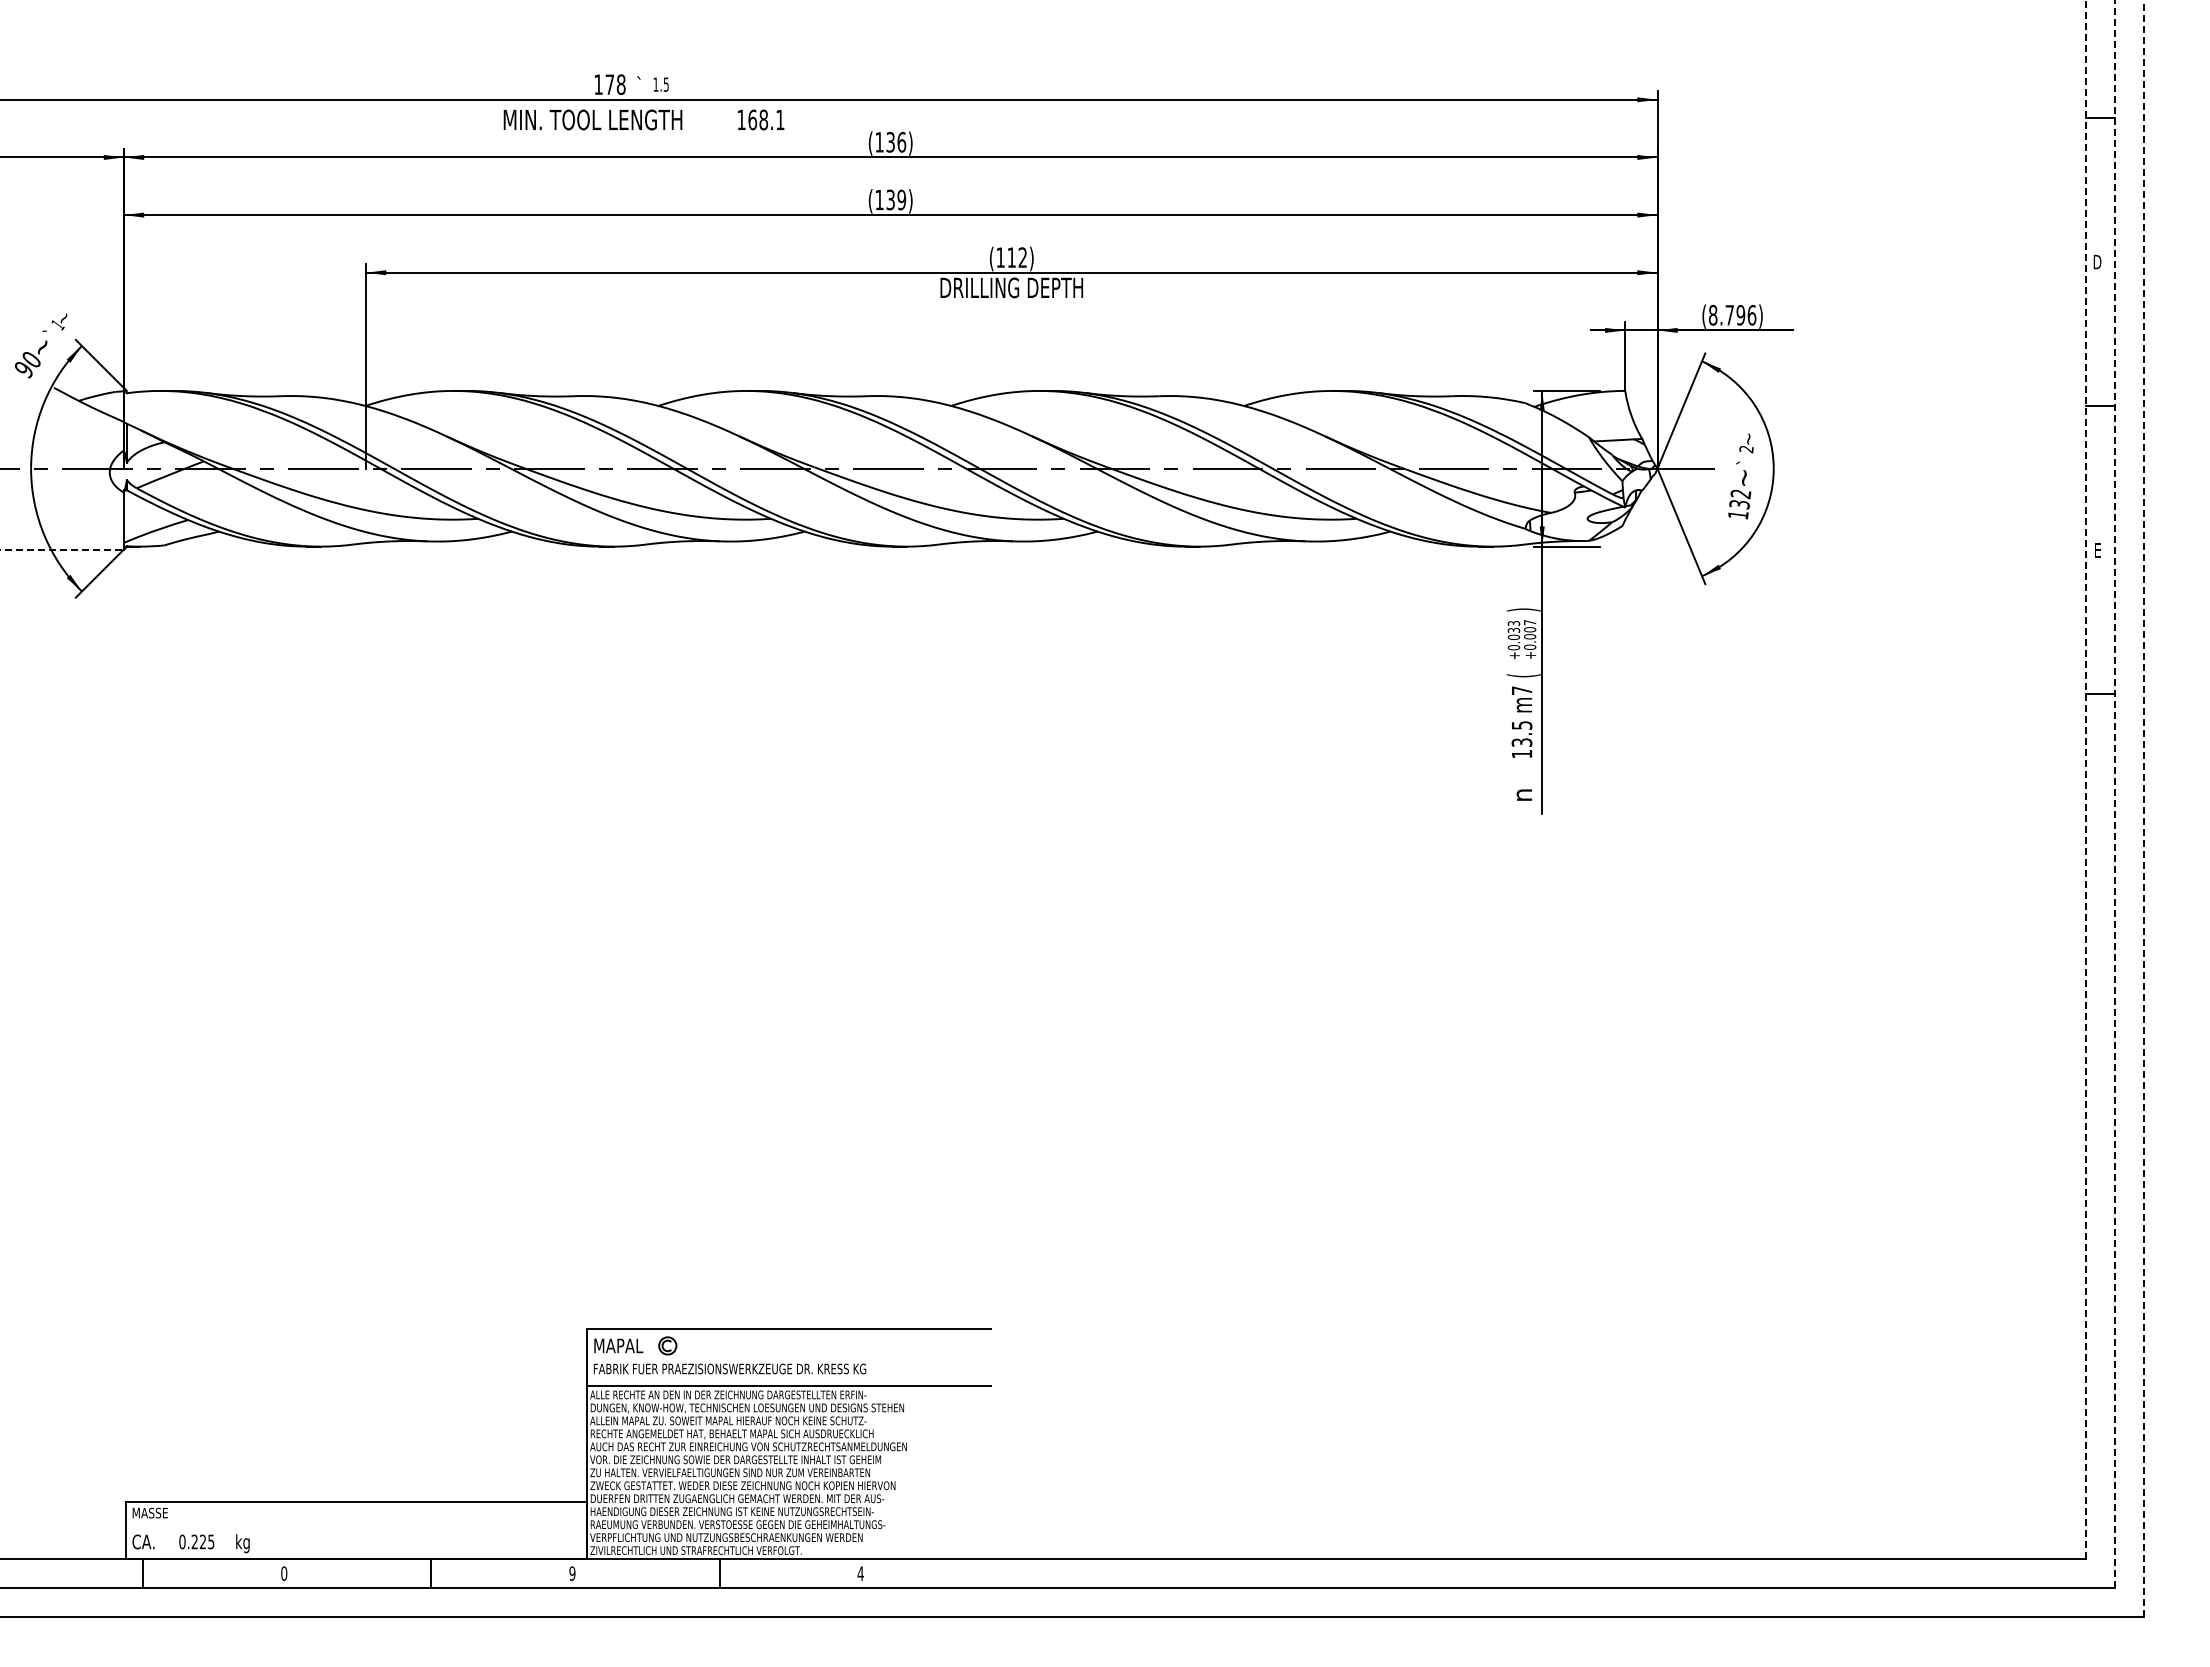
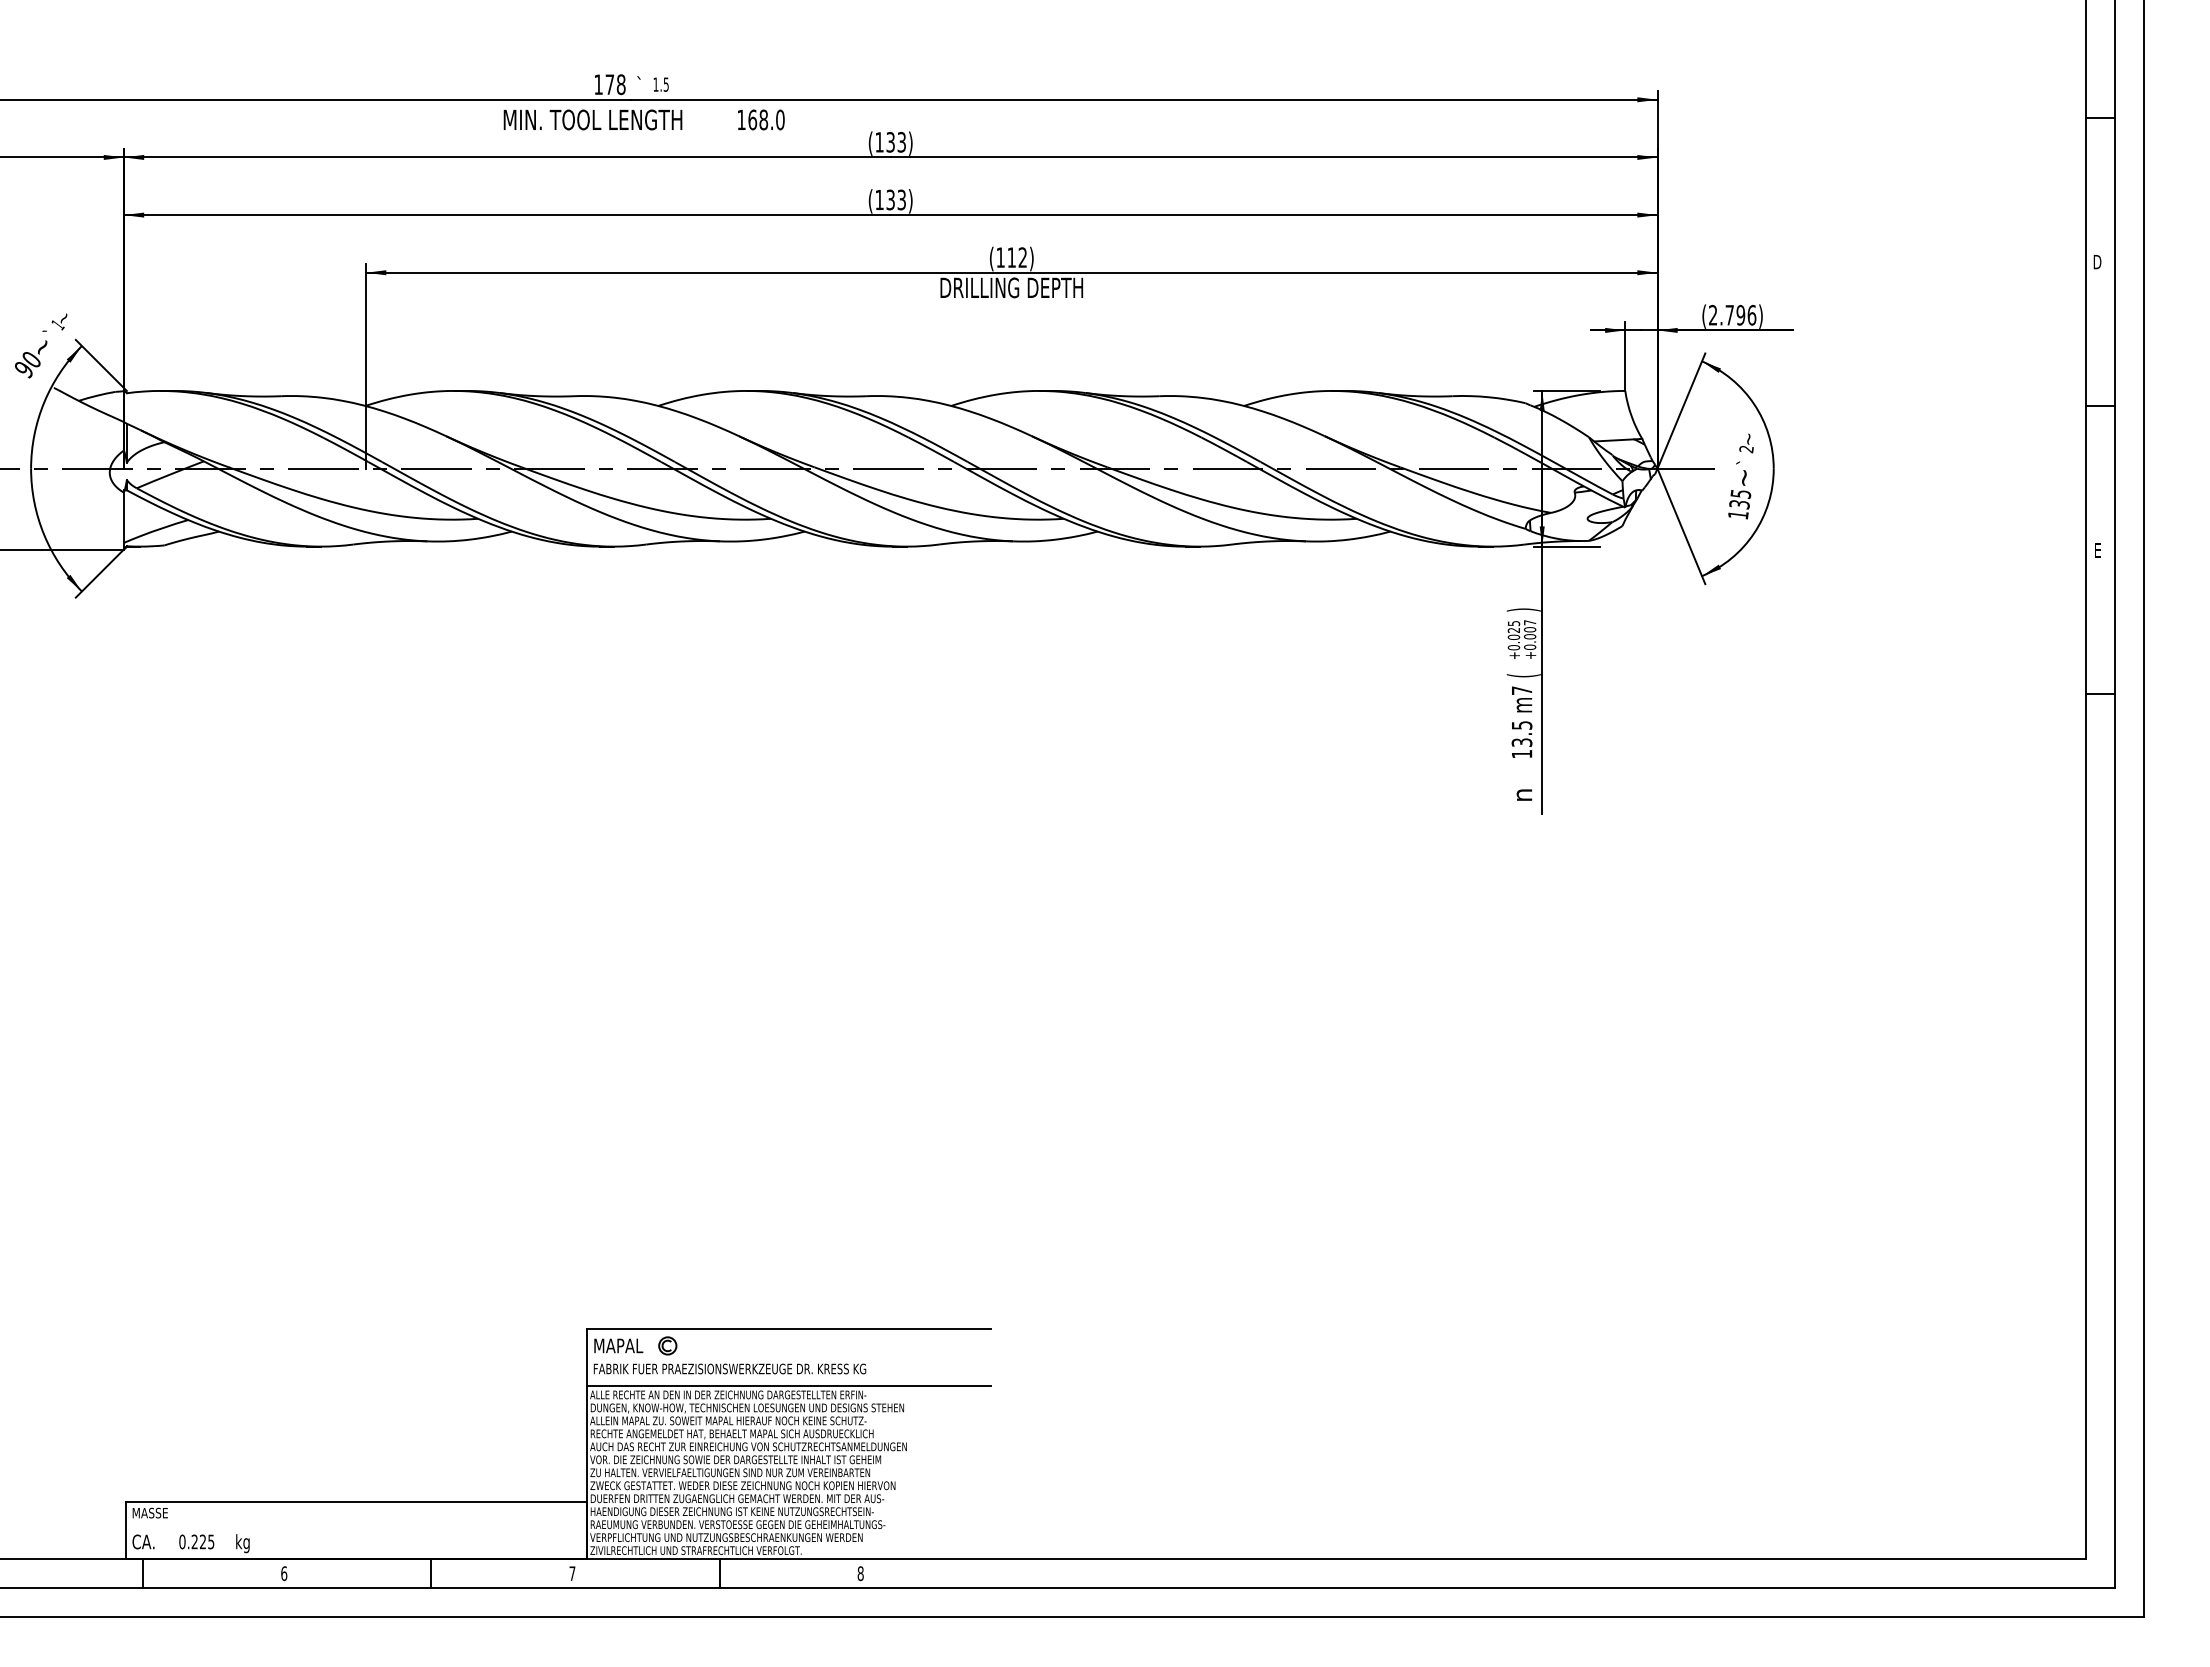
text at (780, 119): 168.1 -> 168.0
text at (901, 142): (136) -> (133)
text at (901, 199): (139) -> (133)
text at (1712, 315): (8.796) -> (2.796)
text at (1740, 494): 132 -> 135
line at (62, 549): dashed -> solid
text at (1513, 626): +0.033 -> +0.025
line at (2086, 779): dashed -> solid
line at (2114, 794): dashed -> solid
line at (2143, 808): dashed -> solid
text at (284, 1573): 0 -> 6
text at (572, 1573): 9 -> 7
text at (860, 1573): 4 -> 8
